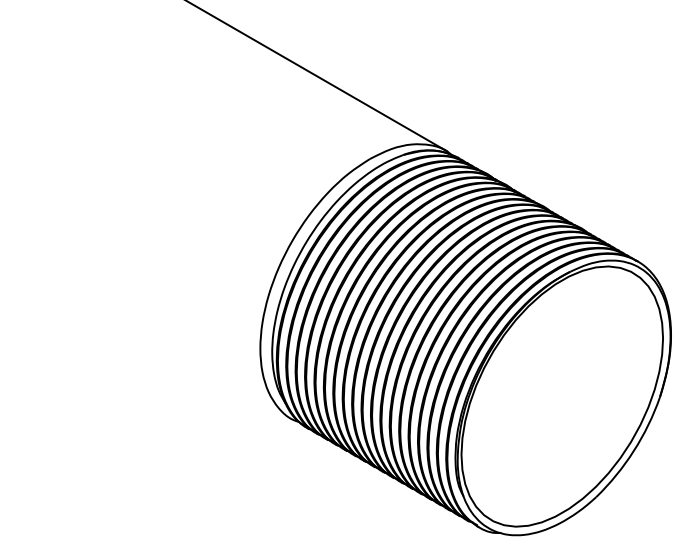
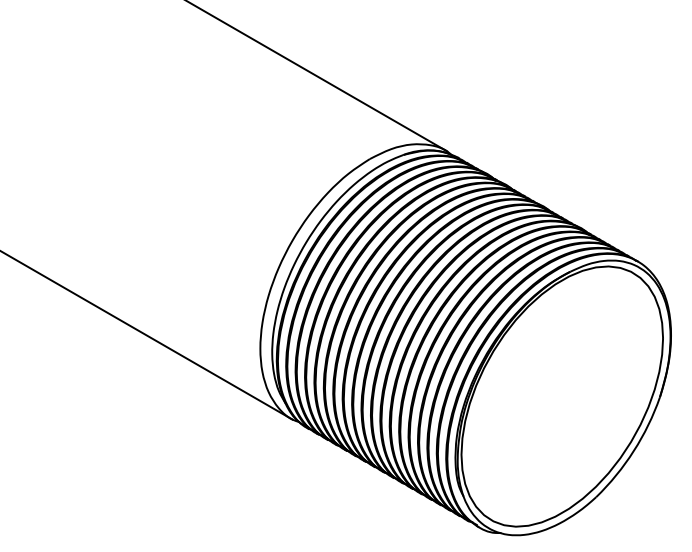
line at (147, 335): none -> present
